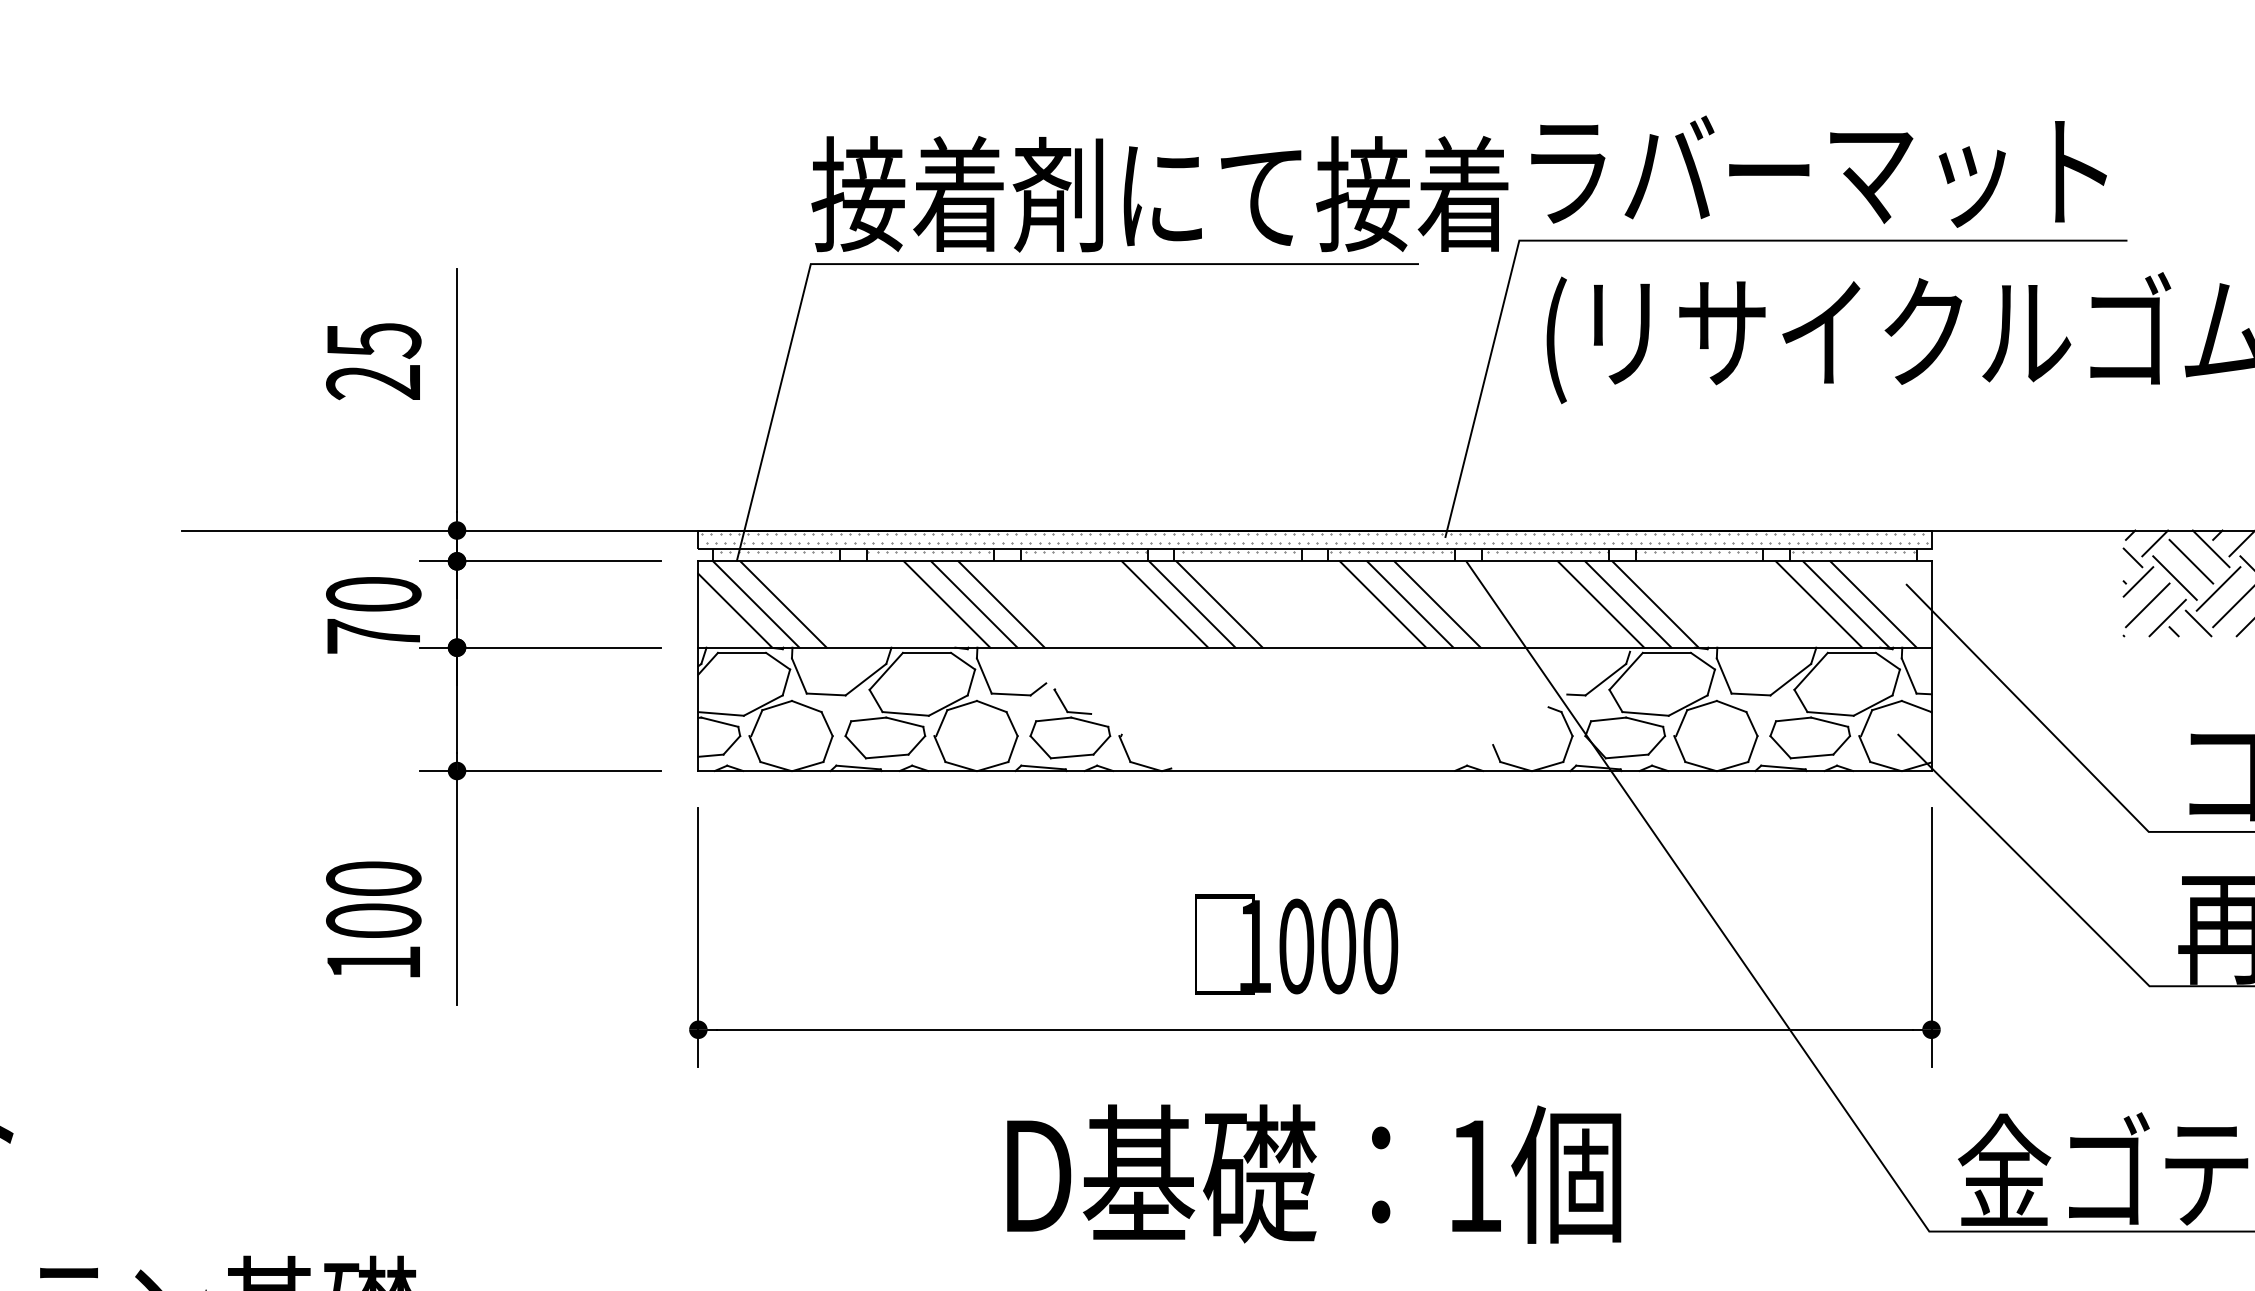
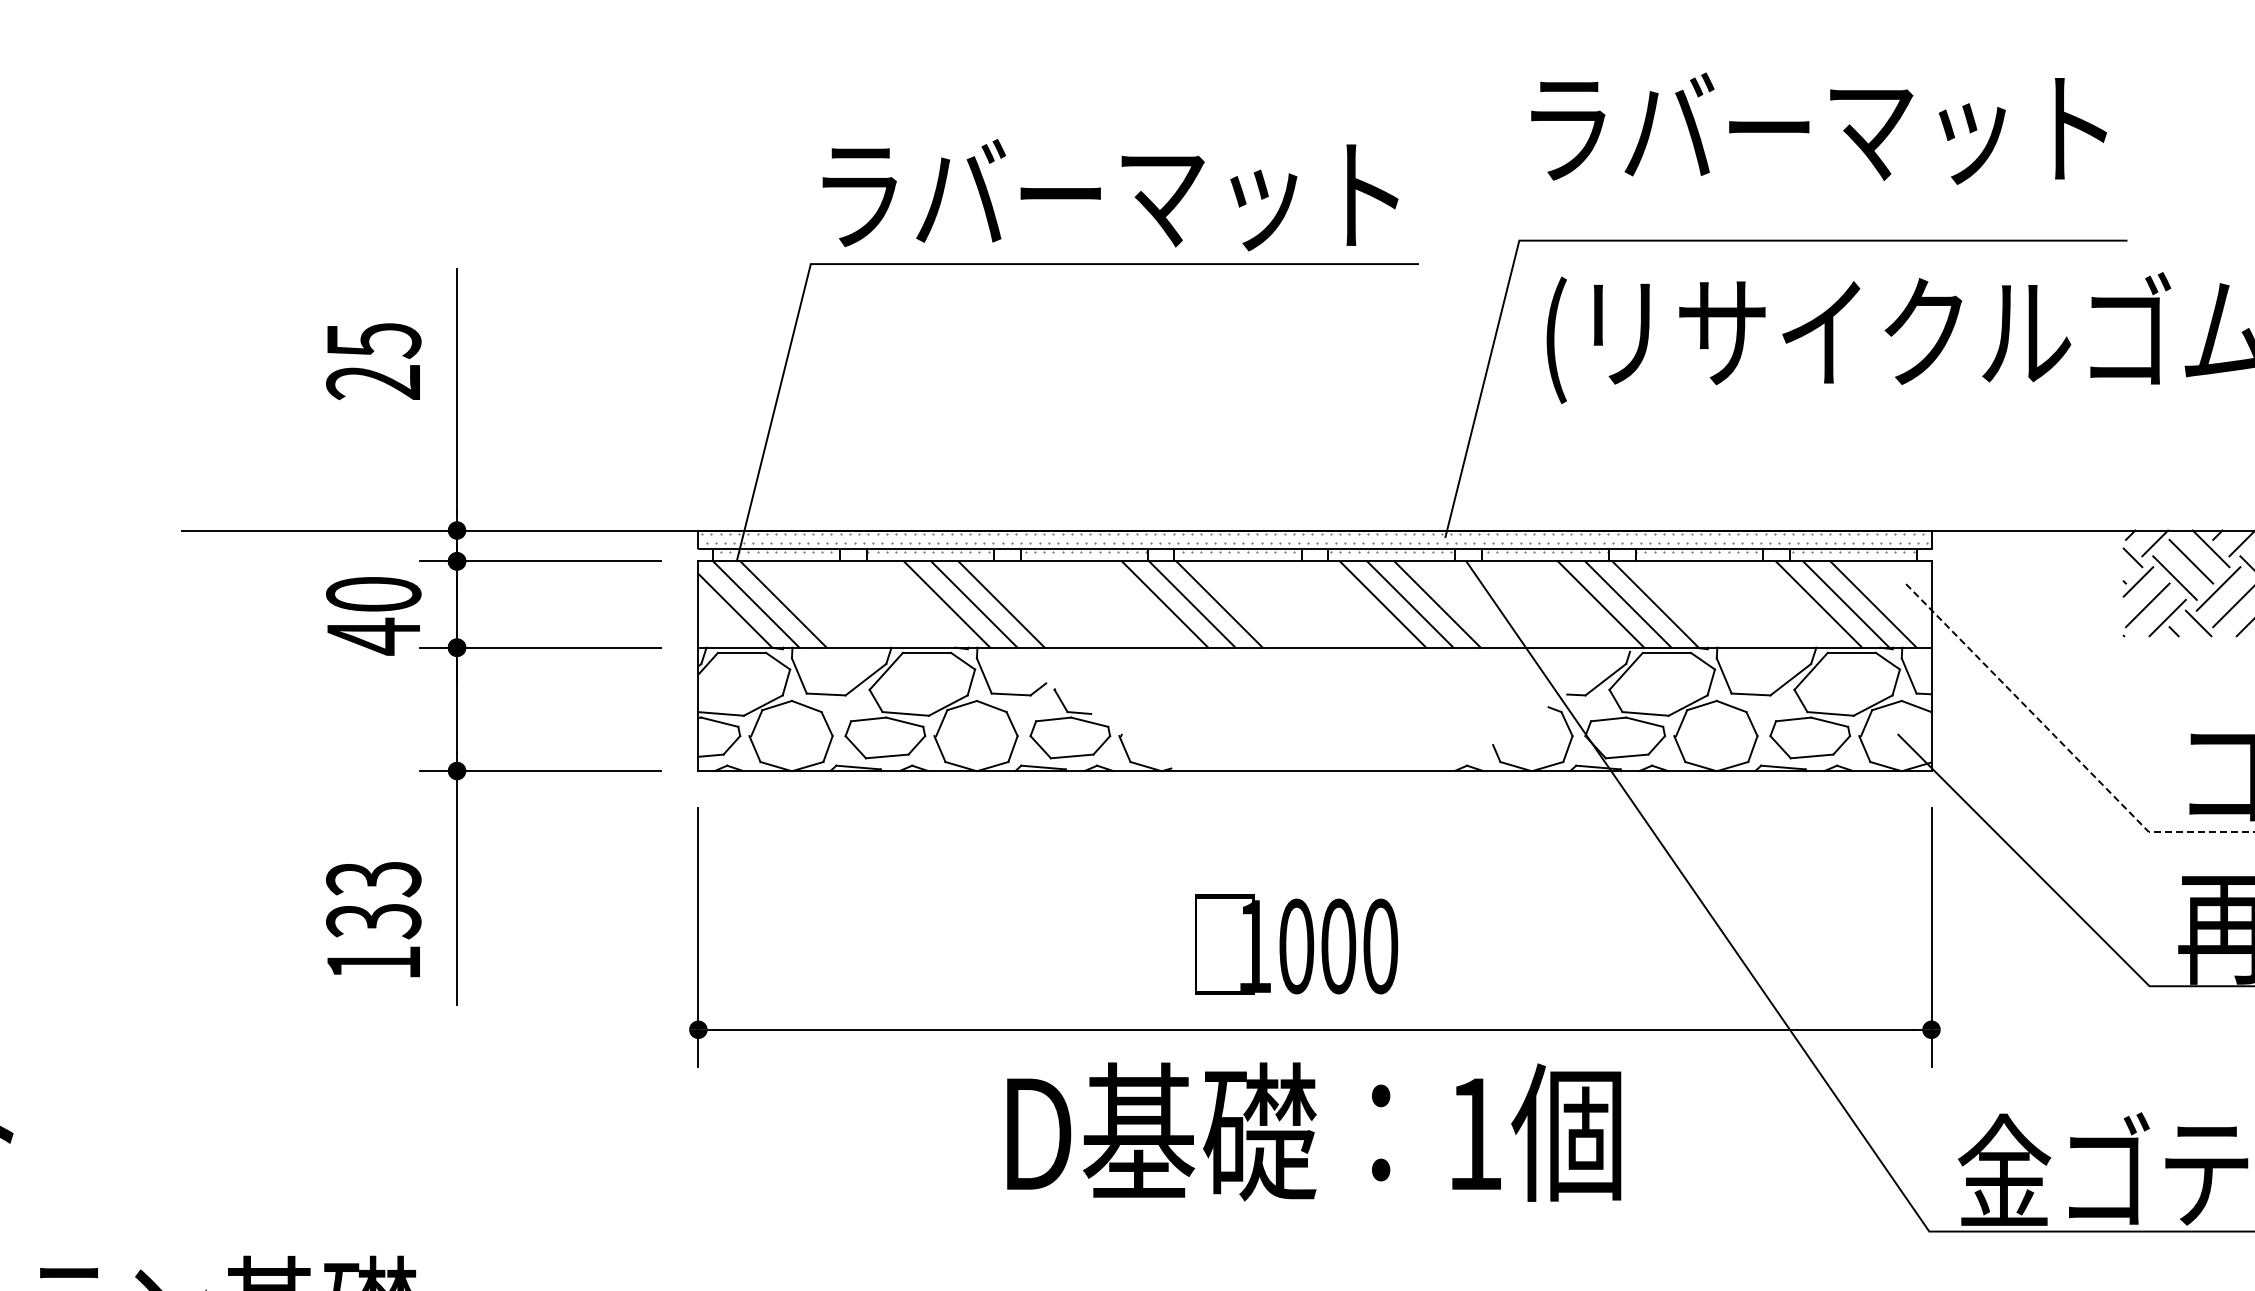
text at (1818, 171) position: (1818, 171) -> (1818, 128)
text at (1159, 194): 接着剤にて接着 -> ラバーマット
text at (373, 636): 70 -> 40
line at (2064, 746): solid -> dashed
text at (373, 900): 100 -> 133
text at (1314, 1173) position: (1314, 1173) -> (1314, 1131)
